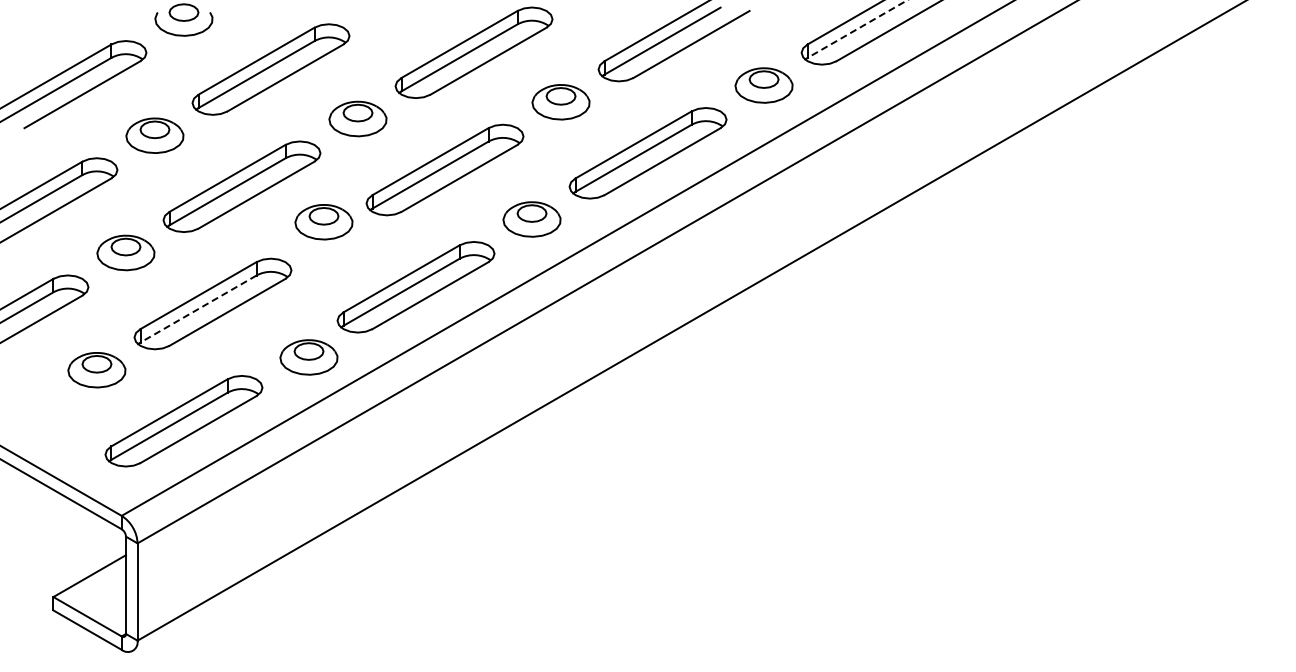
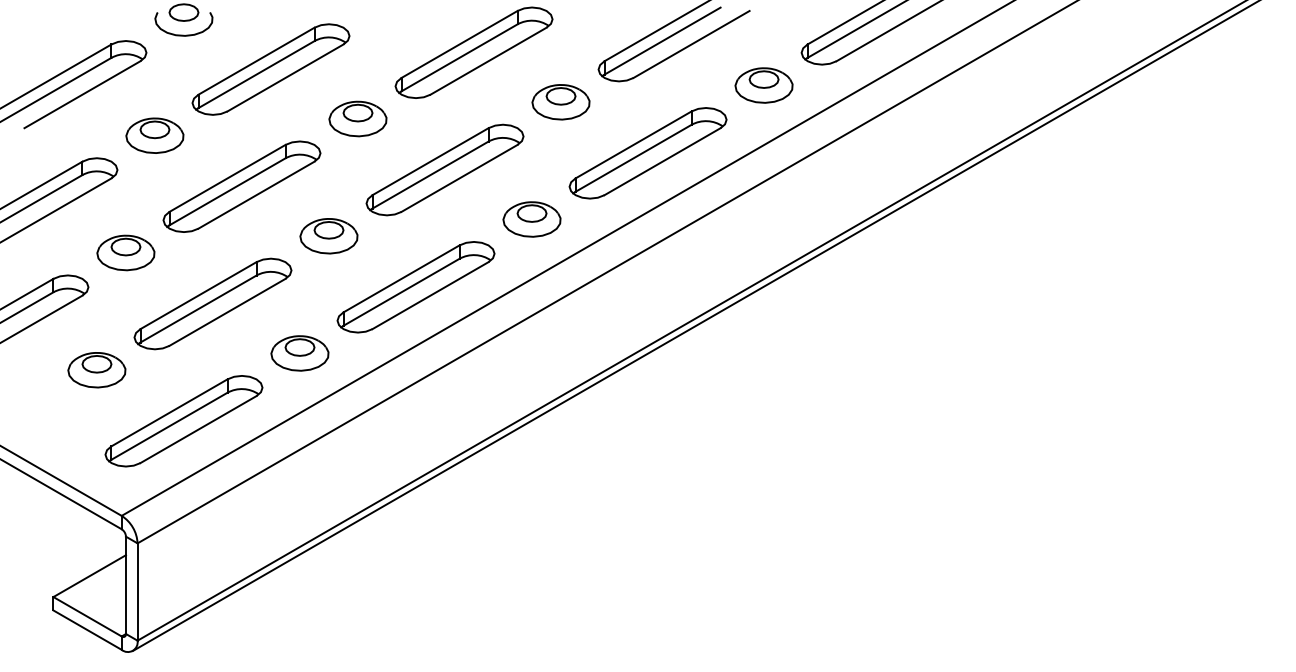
line at (856, 29): dashed -> solid
part at (323, 222) position: (323, 222) -> (328, 236)
line at (198, 309): dashed -> solid
line at (694, 326): none -> present
part at (308, 357) position: (308, 357) -> (299, 353)
